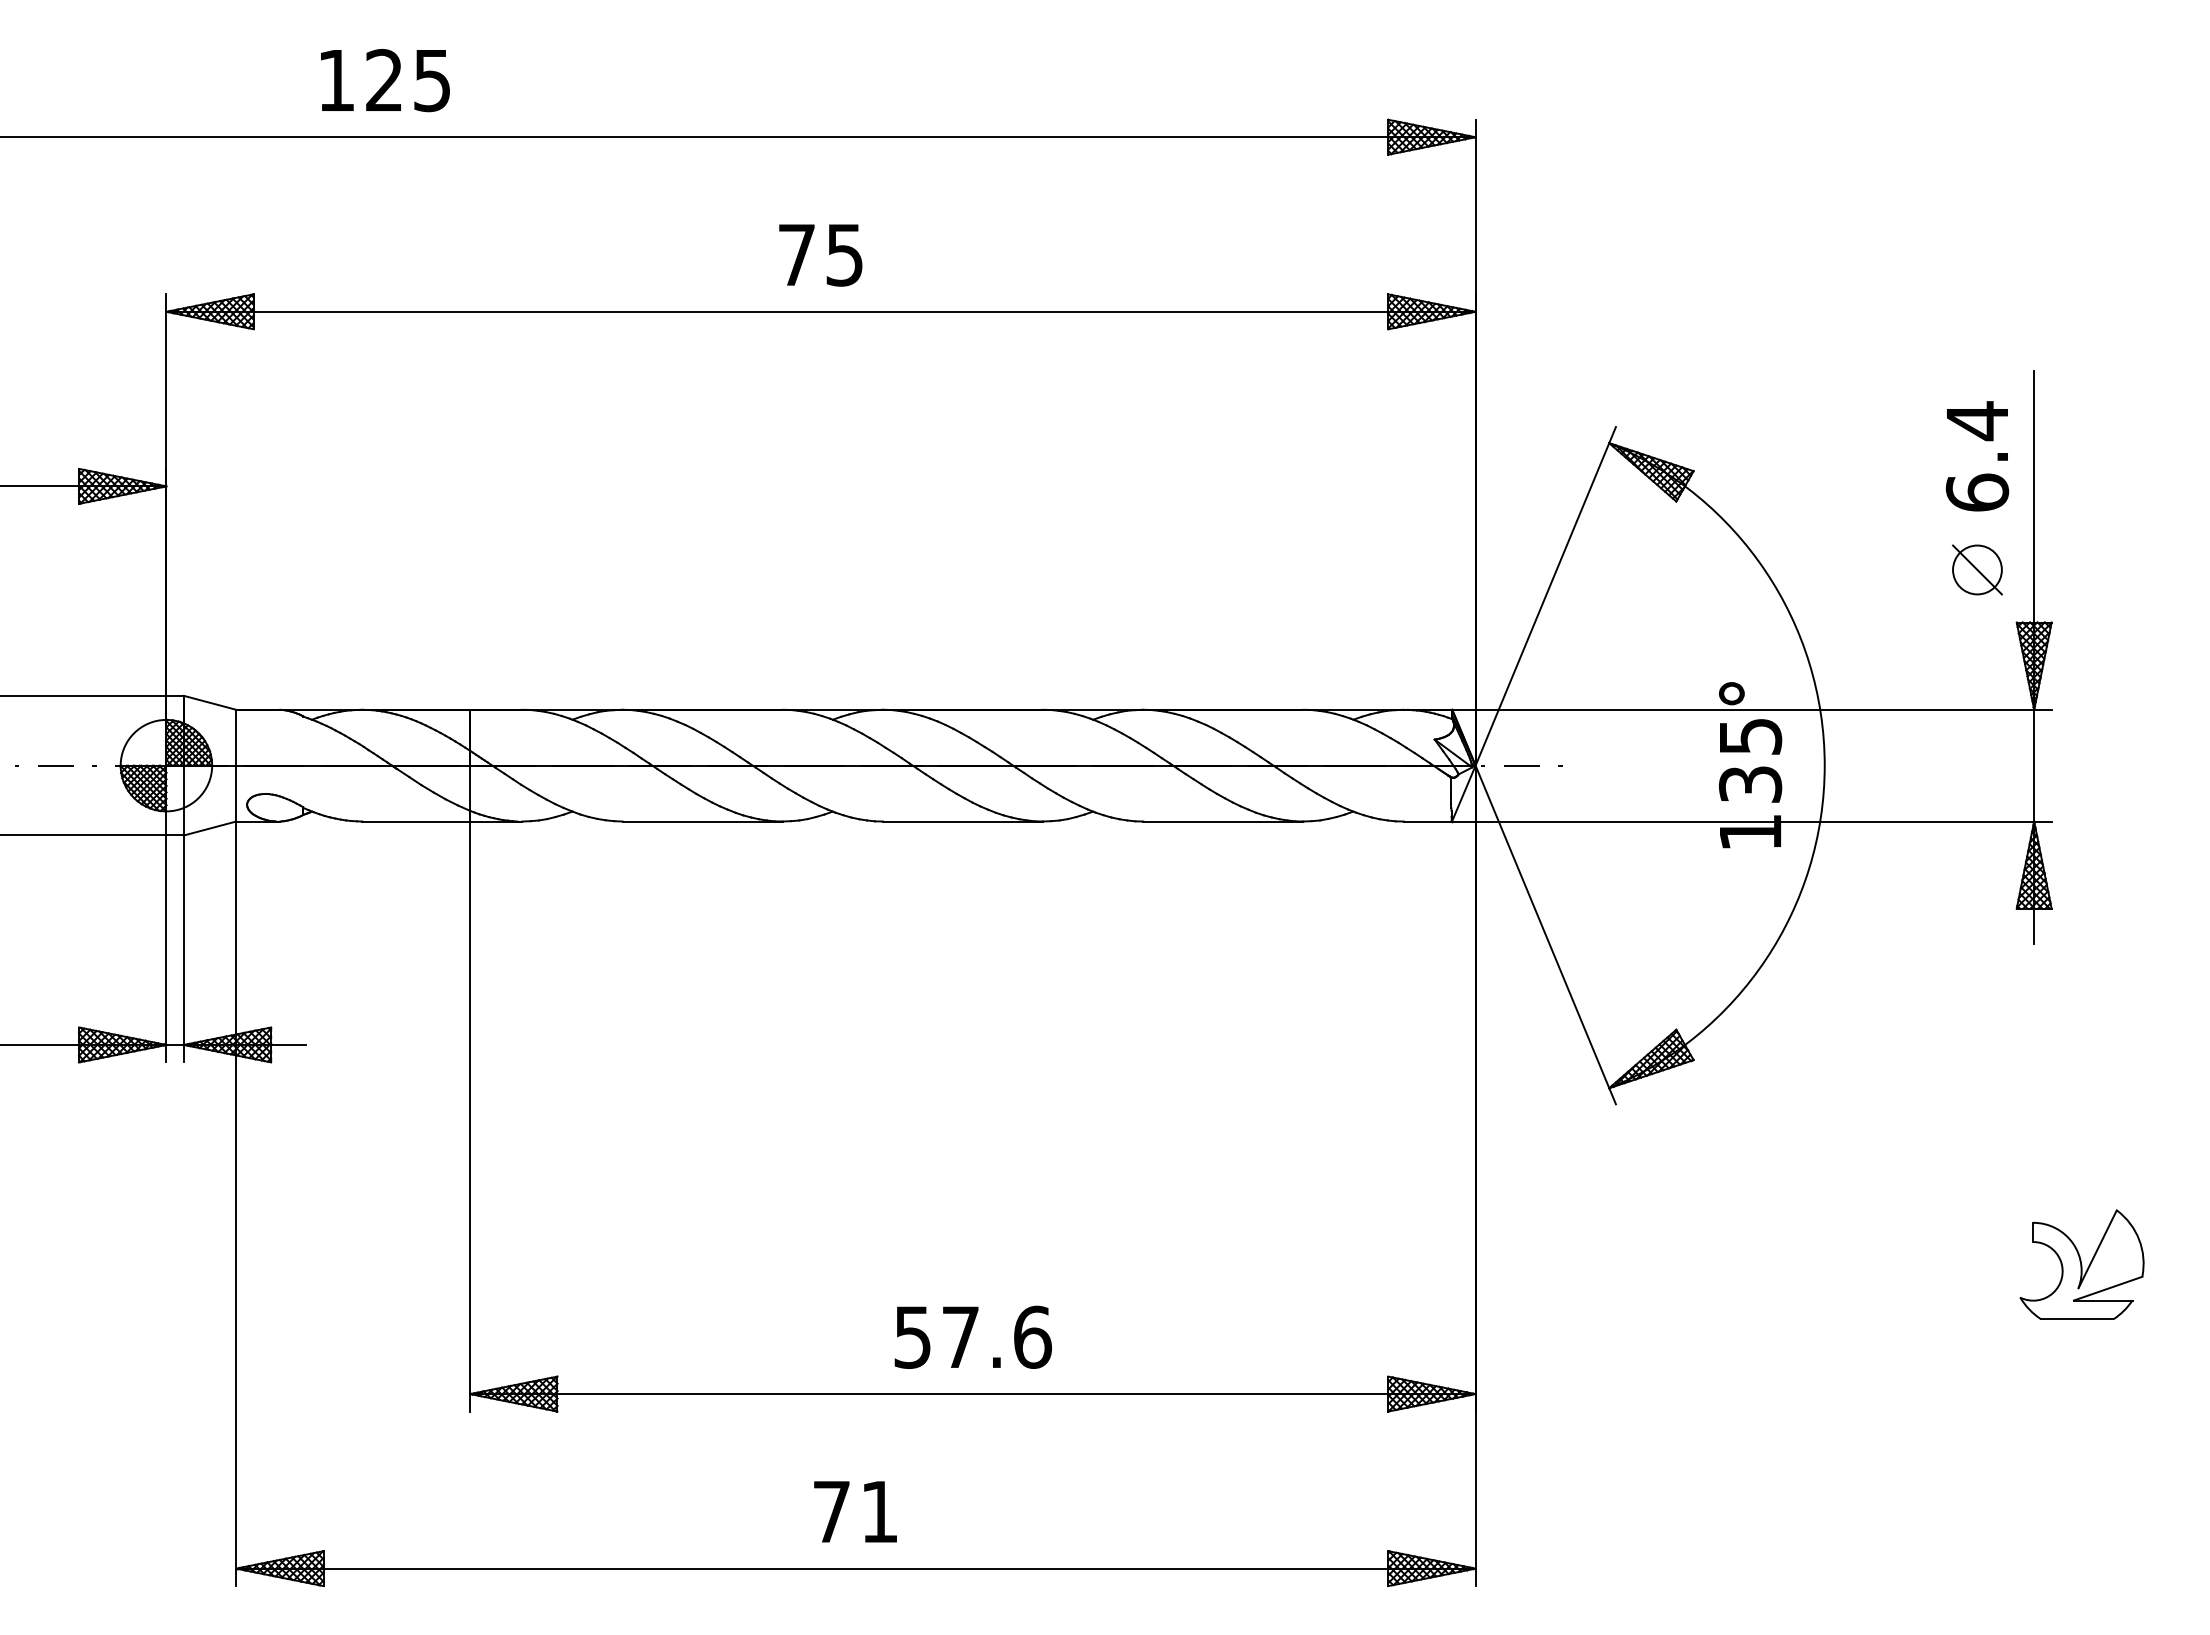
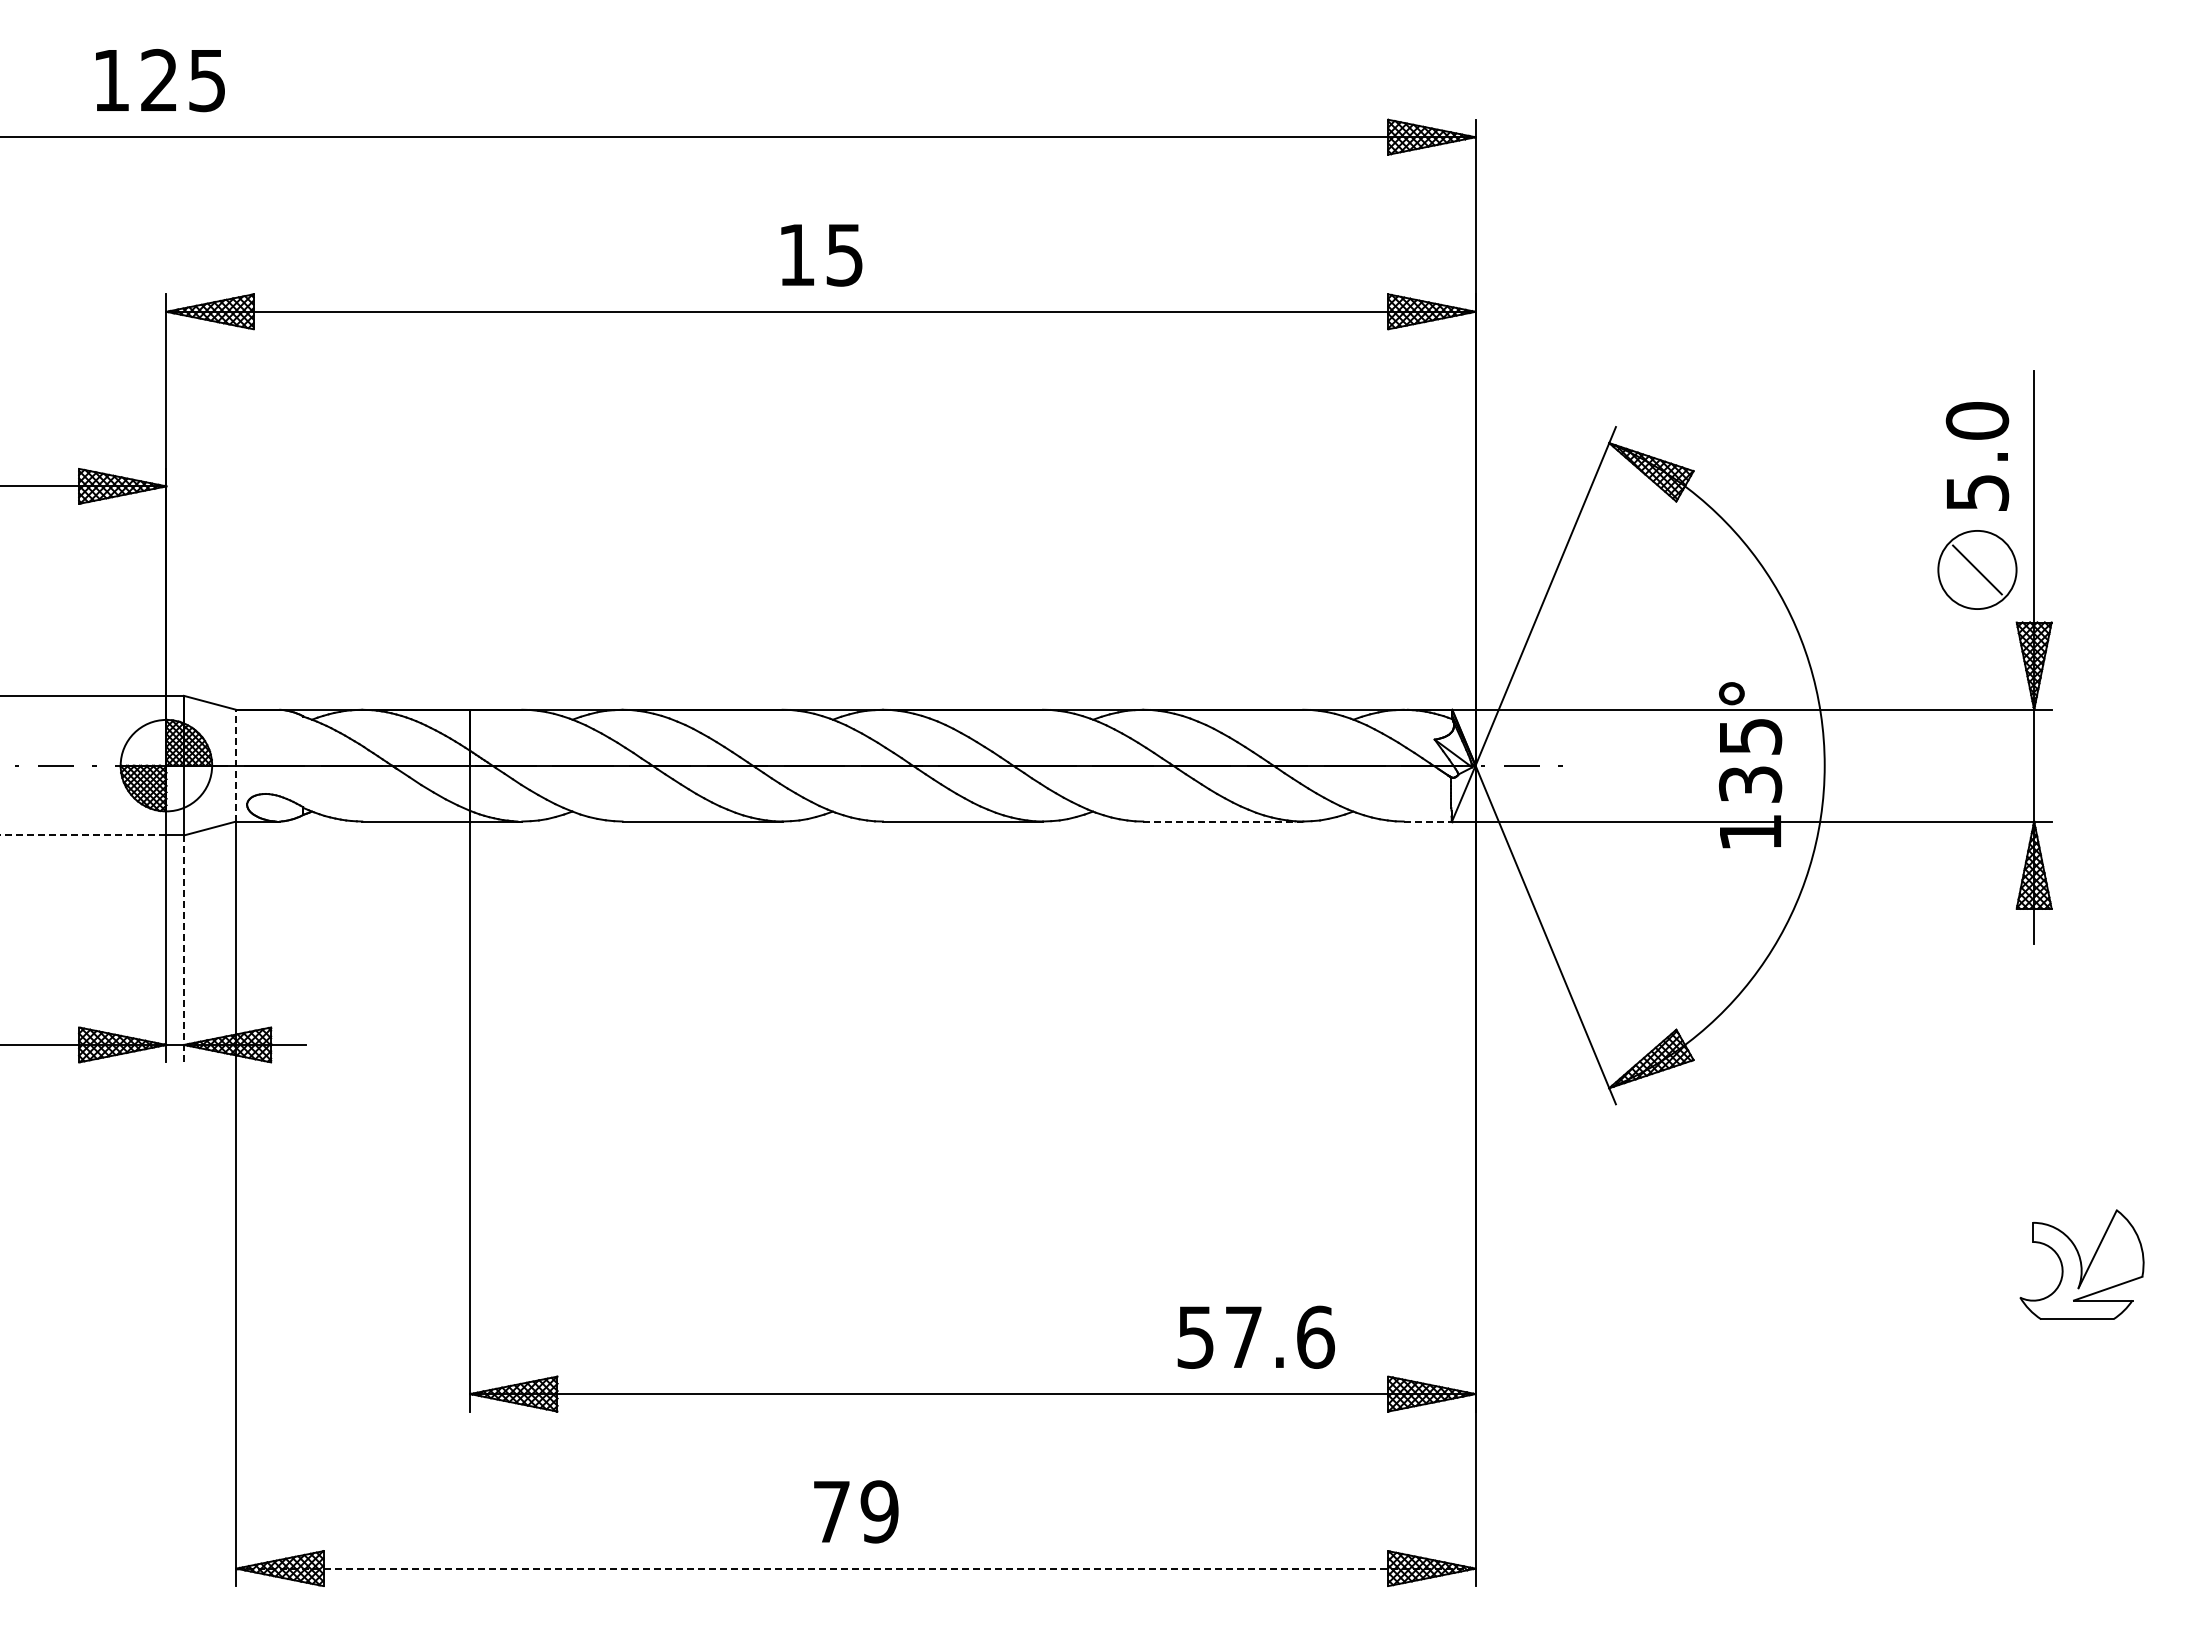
text at (385, 80) position: (385, 80) -> (160, 80)
text at (796, 254): 75 -> 15
text at (1977, 456): 6.4 -> 5.0
circle at (1977, 569) diameter: 49 px -> 78 px
line at (236, 765): solid -> dashed
line at (1223, 821): solid -> dashed
line at (1428, 821): solid -> dashed
line at (83, 835): solid -> dashed
line at (183, 948): solid -> dashed
text at (972, 1336) position: (972, 1336) -> (1255, 1336)
text at (879, 1511): 71 -> 79
line at (855, 1568): solid -> dashed
